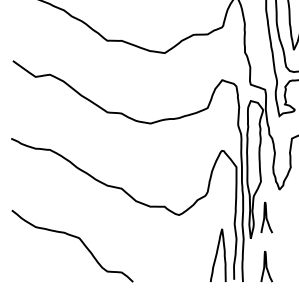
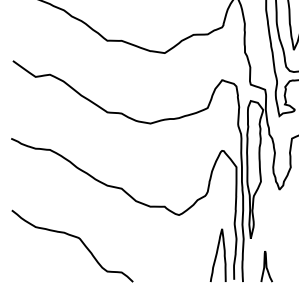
curve at (266, 217): present -> none
